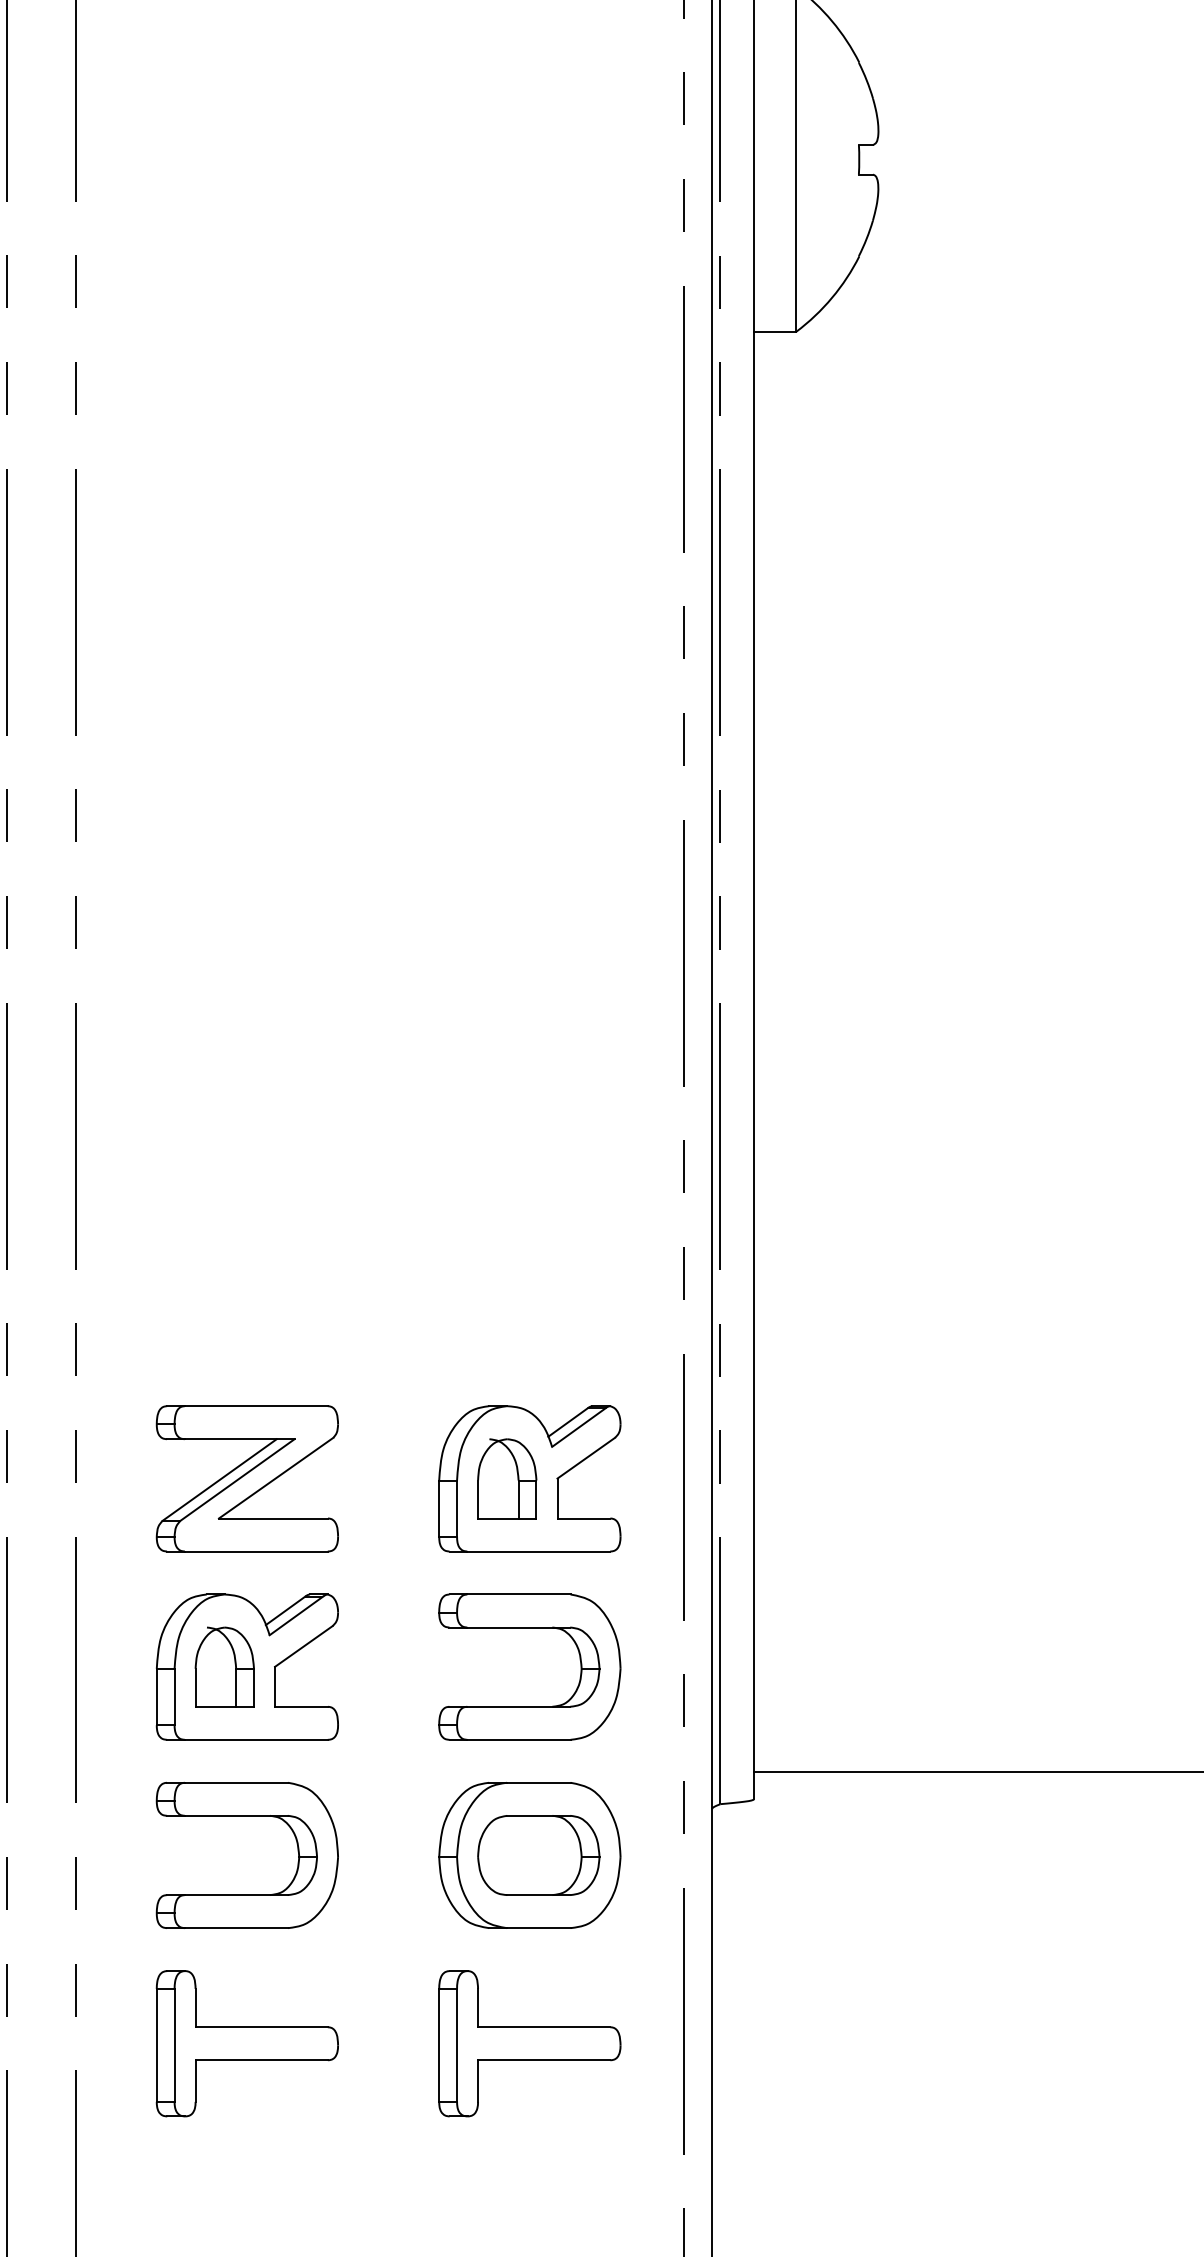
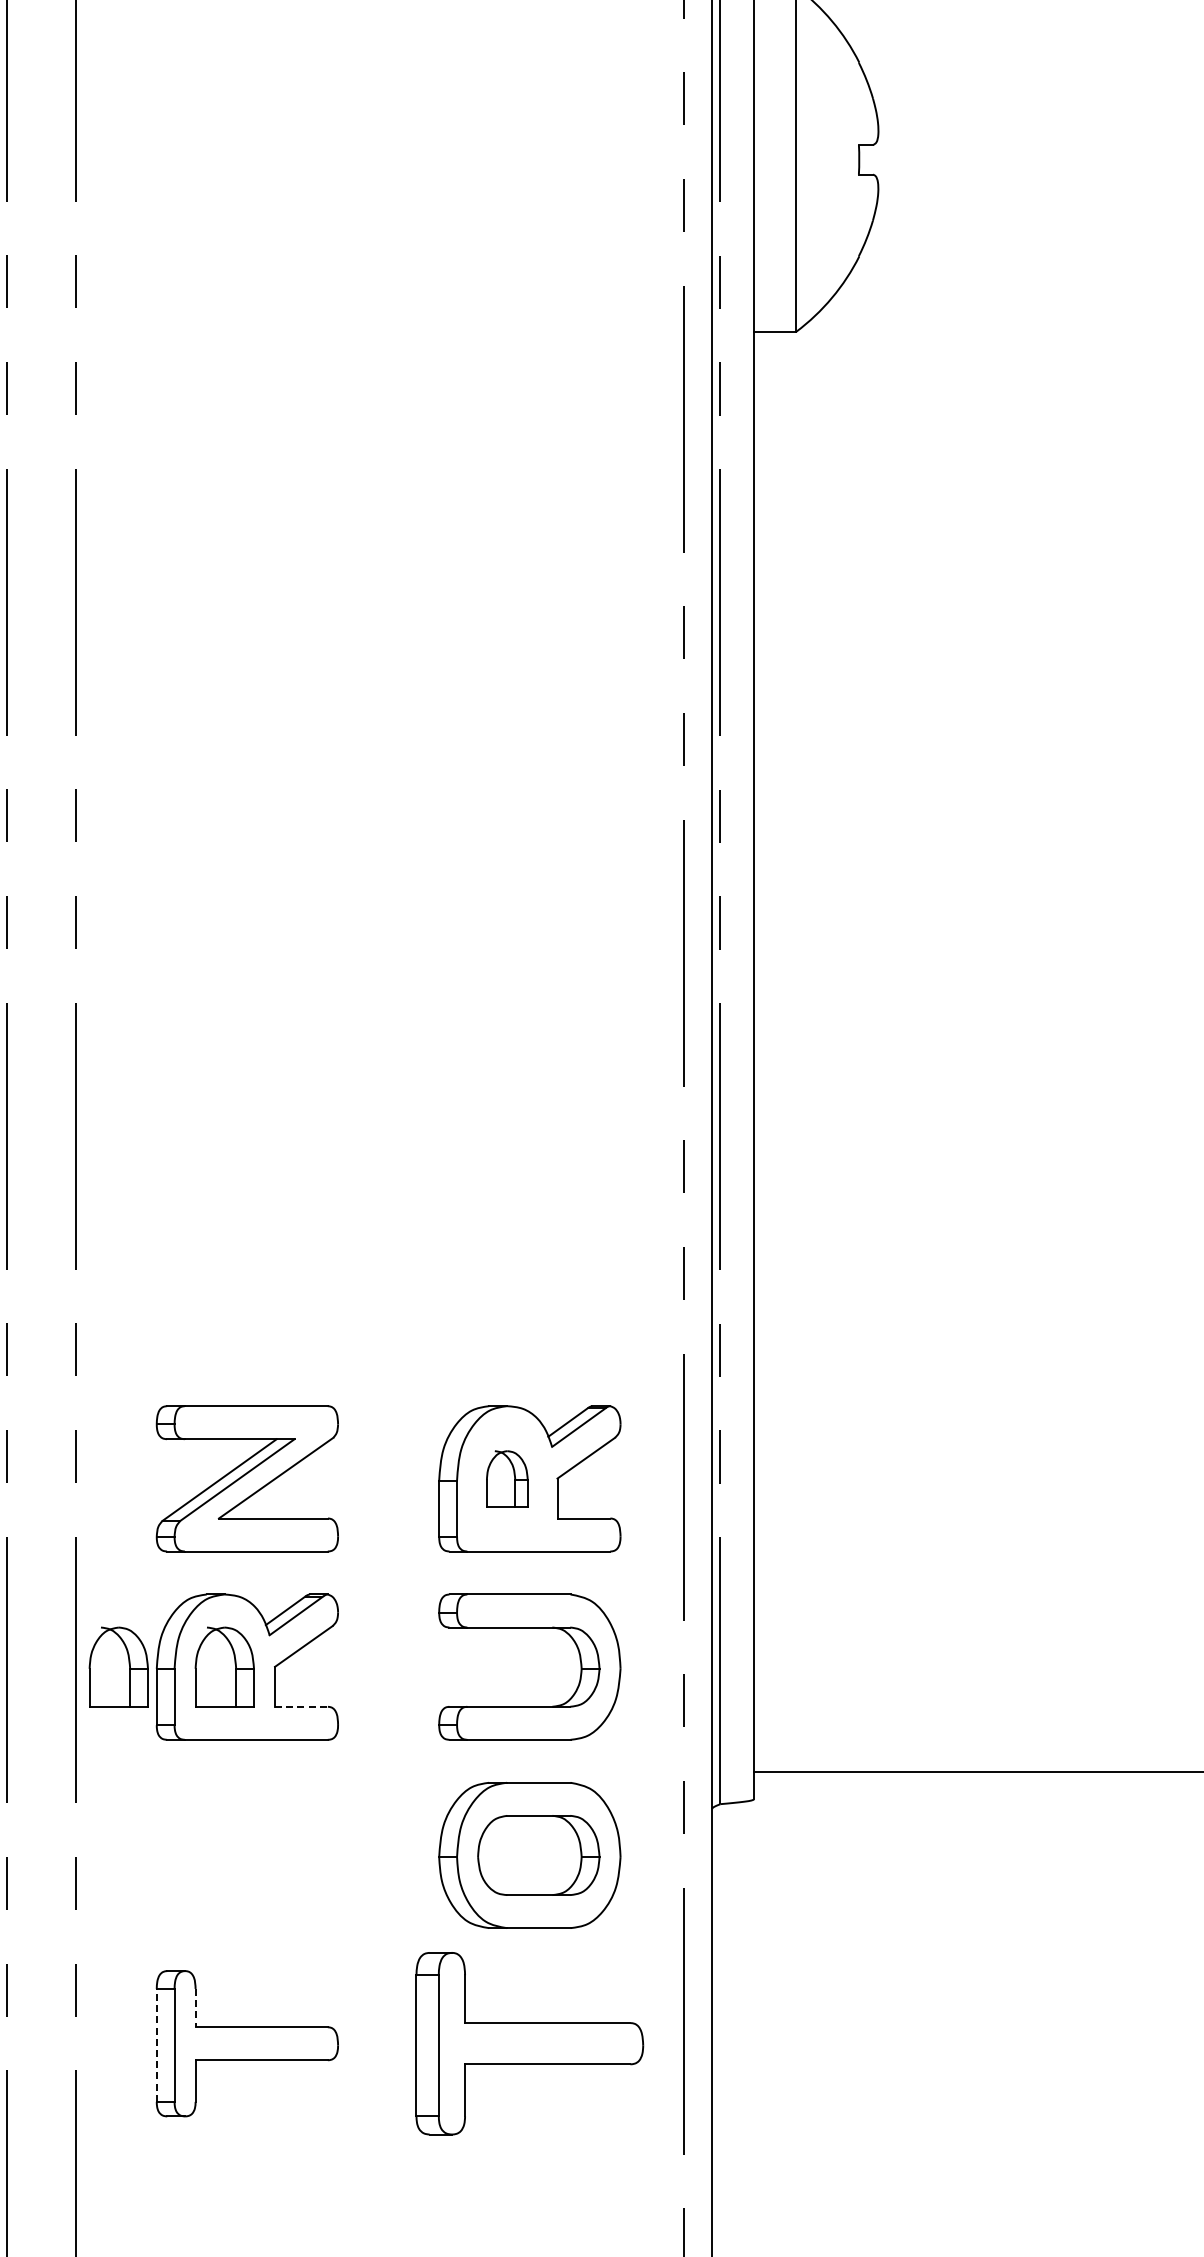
part at (507, 1478) size: 61x82 px -> 43x58 px
part at (118, 1666): none -> present
line at (301, 1706): solid -> dashed
part at (246, 1816): present -> none
line at (195, 2008): solid -> dashed
part at (529, 2043) size: 184x148 px -> 230x184 px
line at (156, 2044): solid -> dashed
